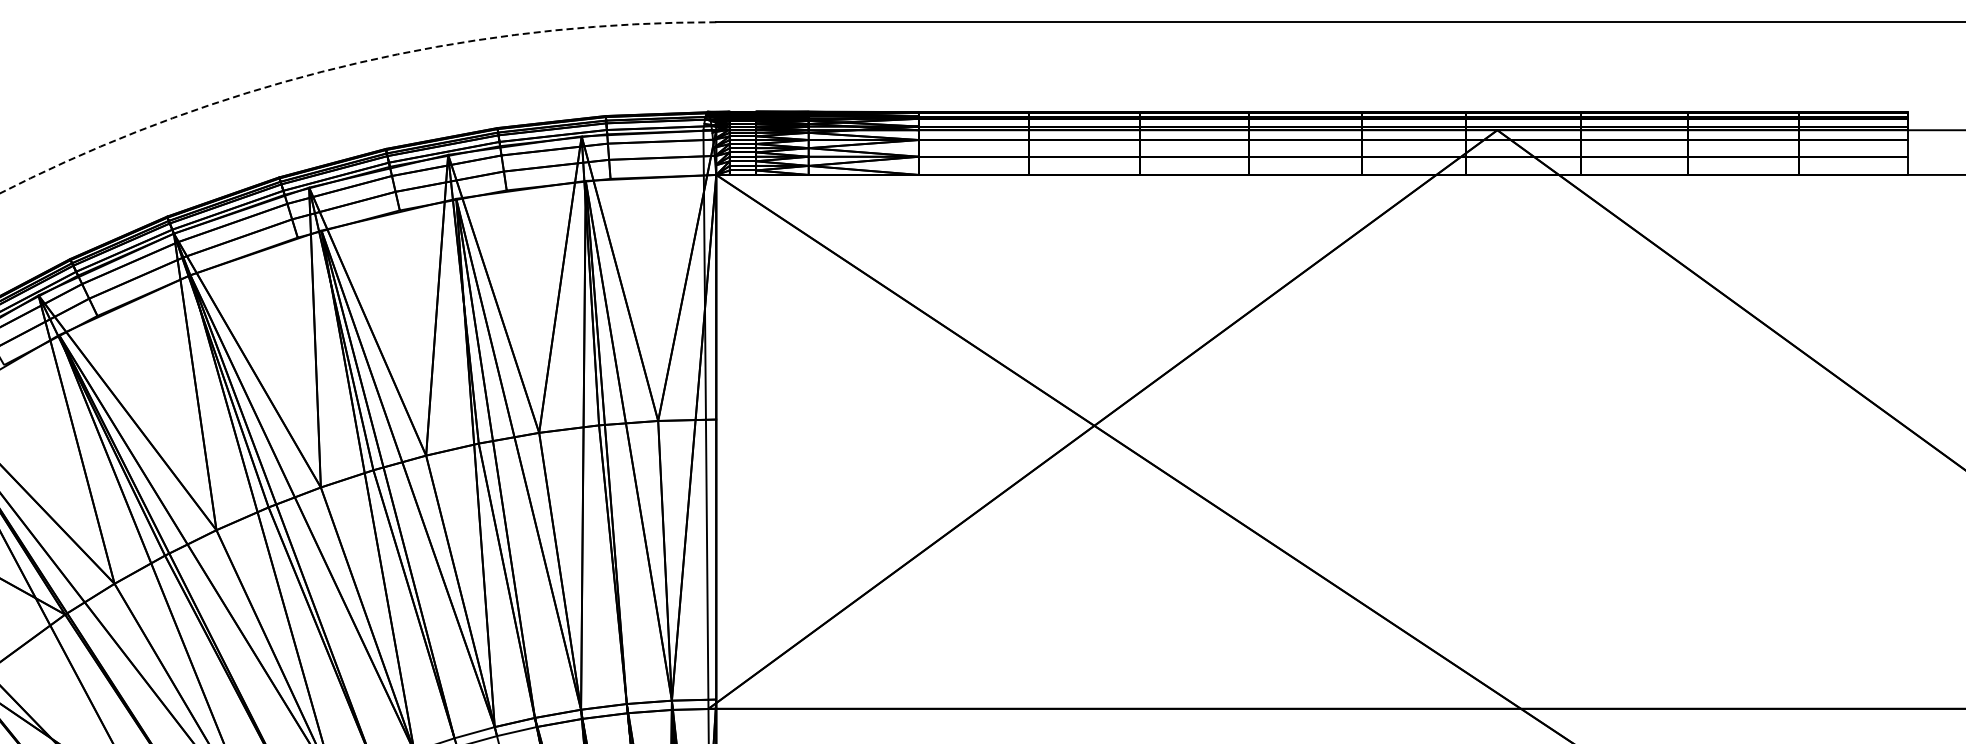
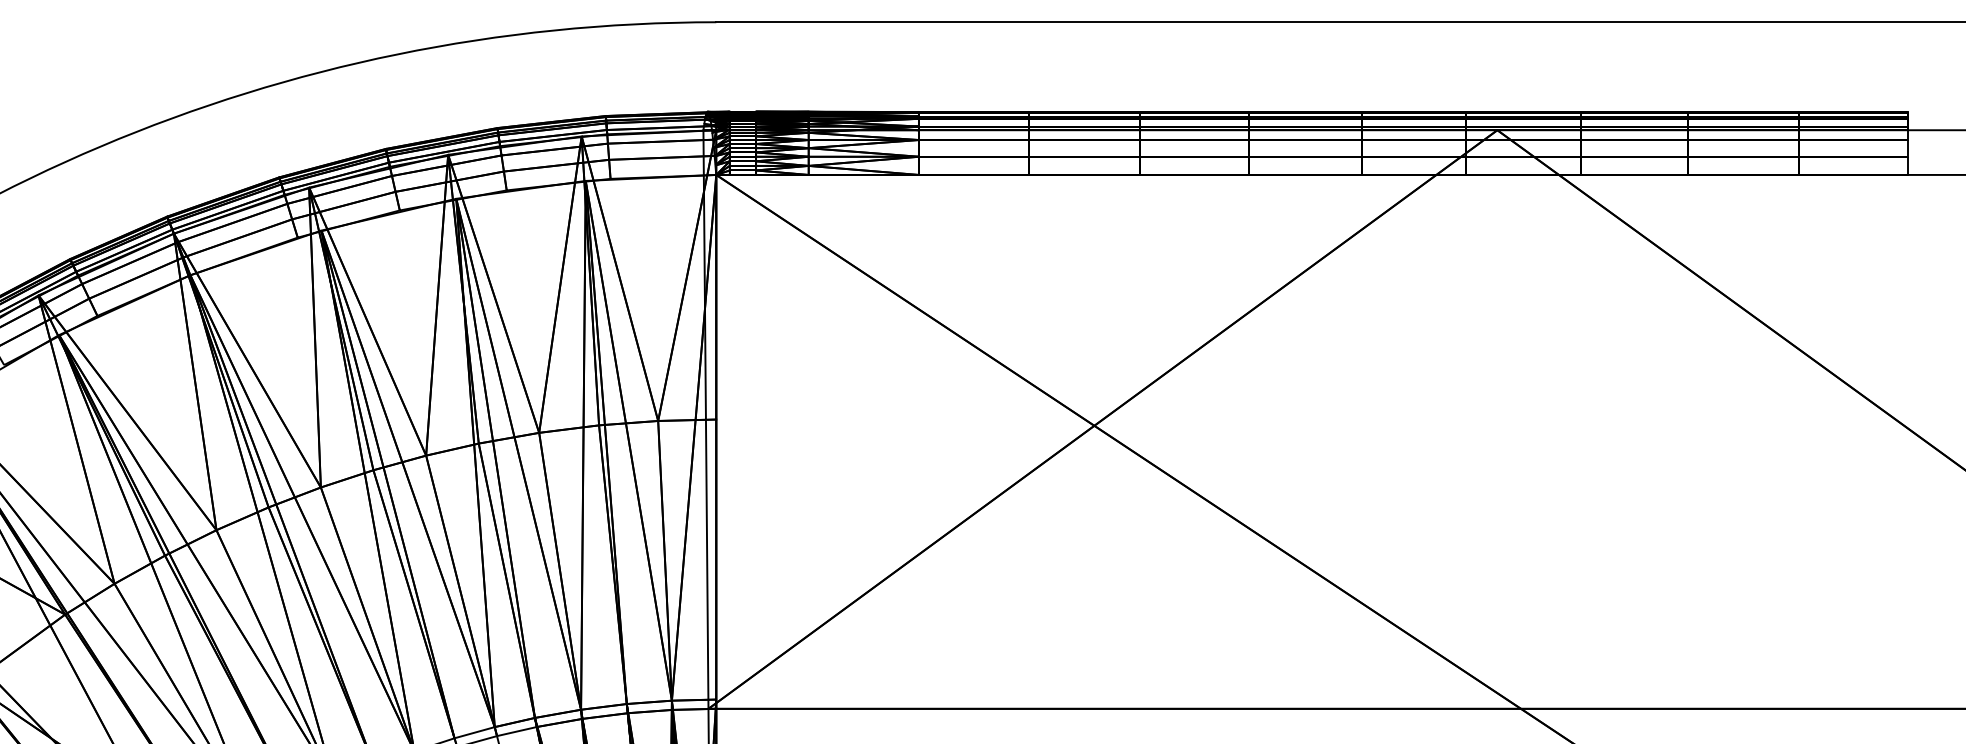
arc at (347, 65): dashed -> solid
